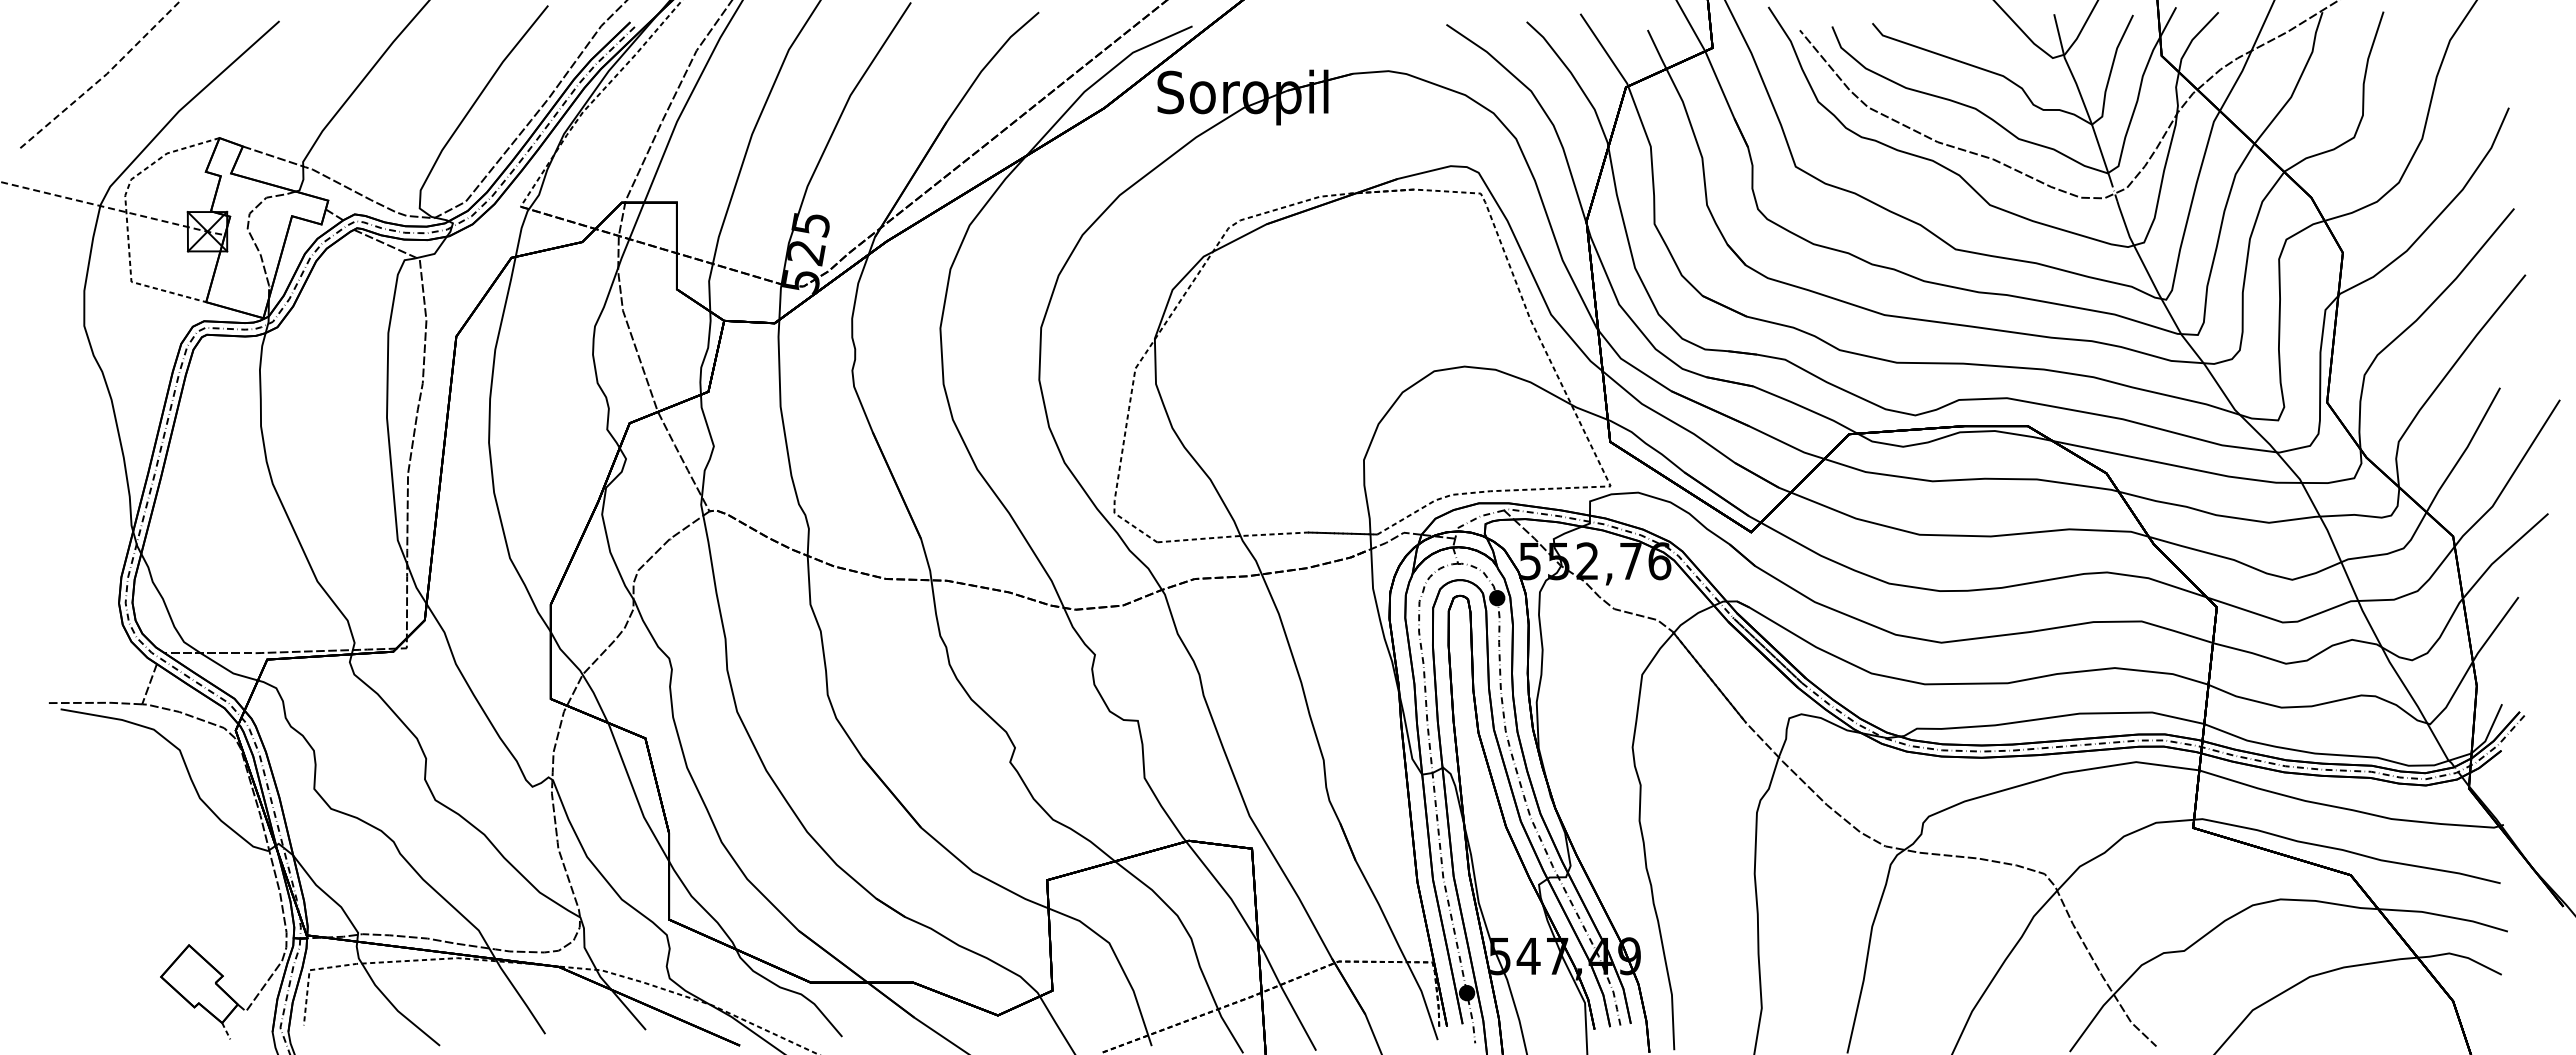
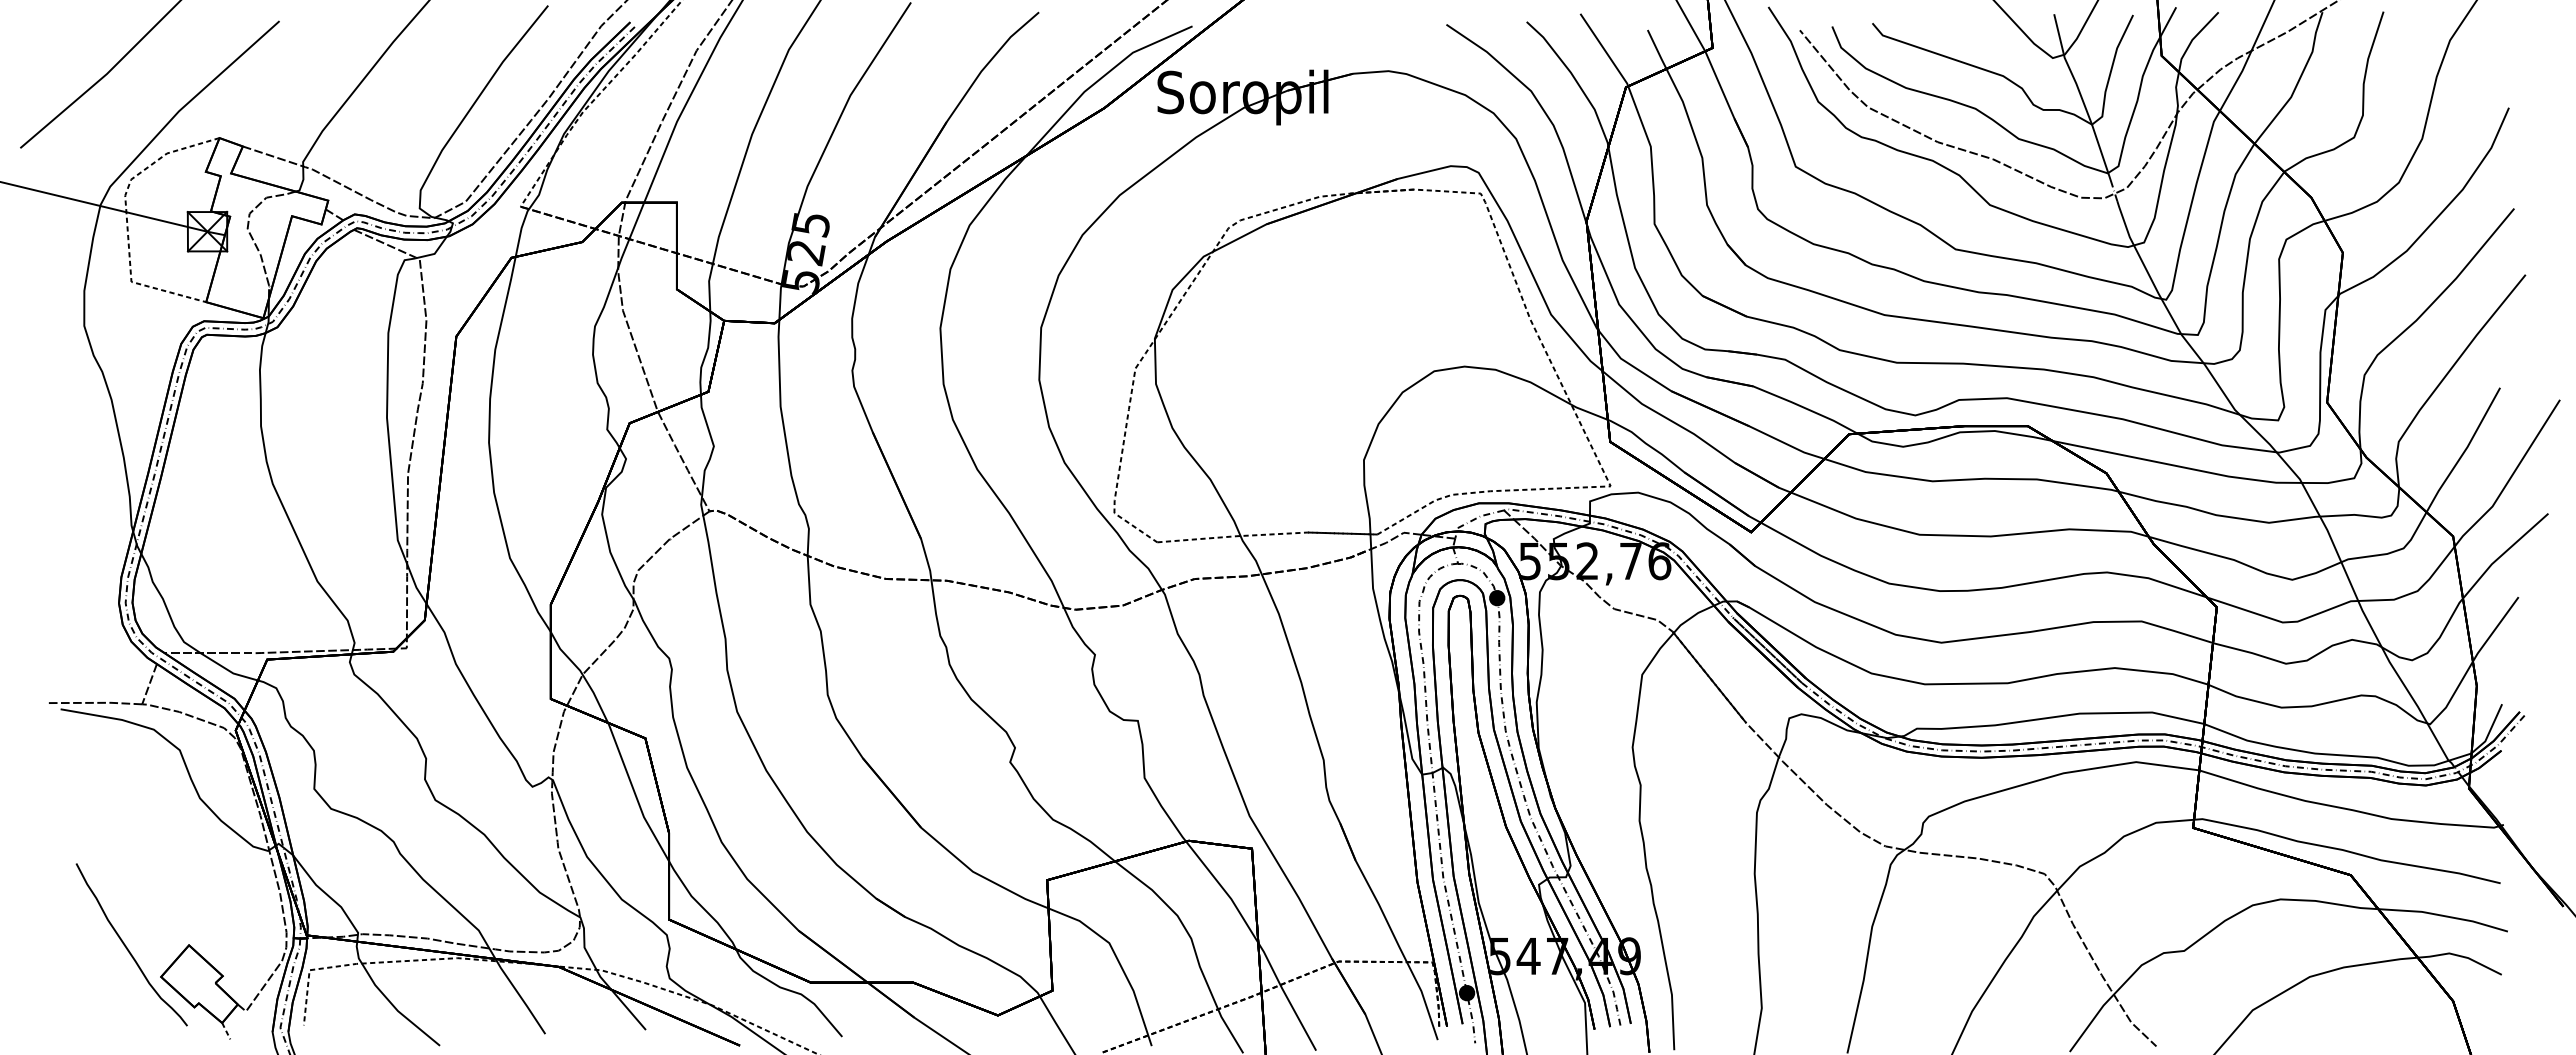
line at (103, 77): dashed -> solid
line at (113, 209): dashed -> solid
curve at (127, 947): none -> present
